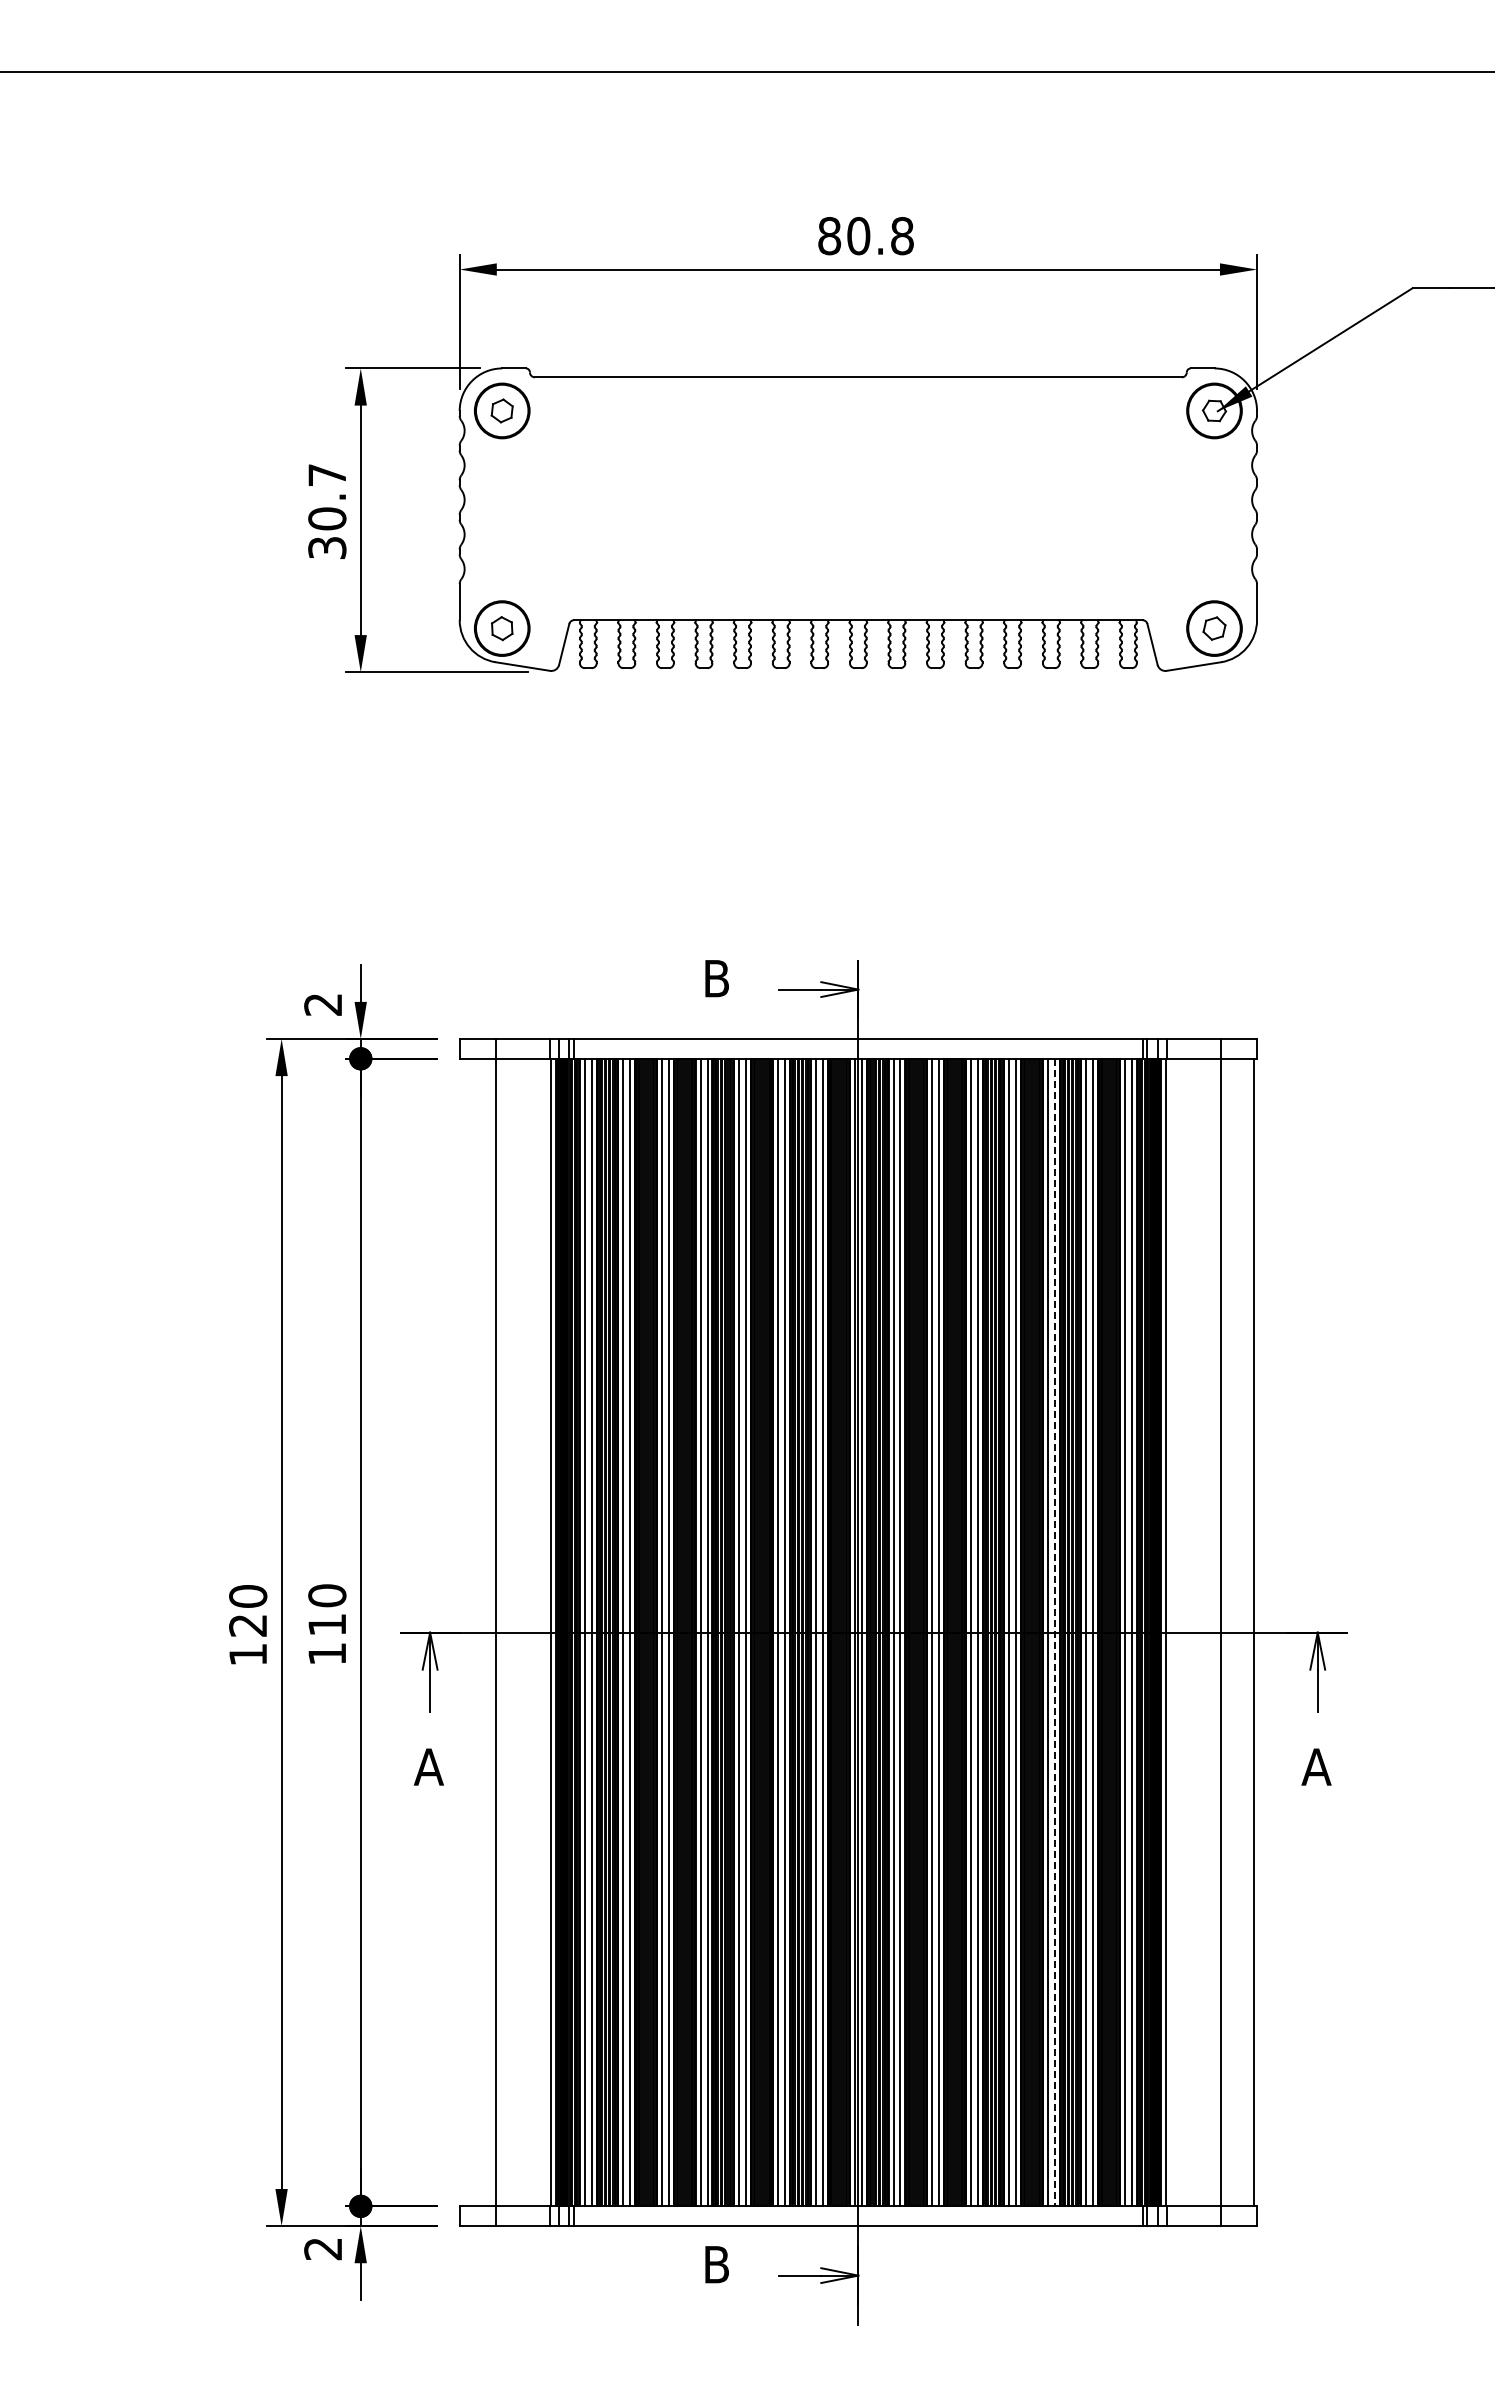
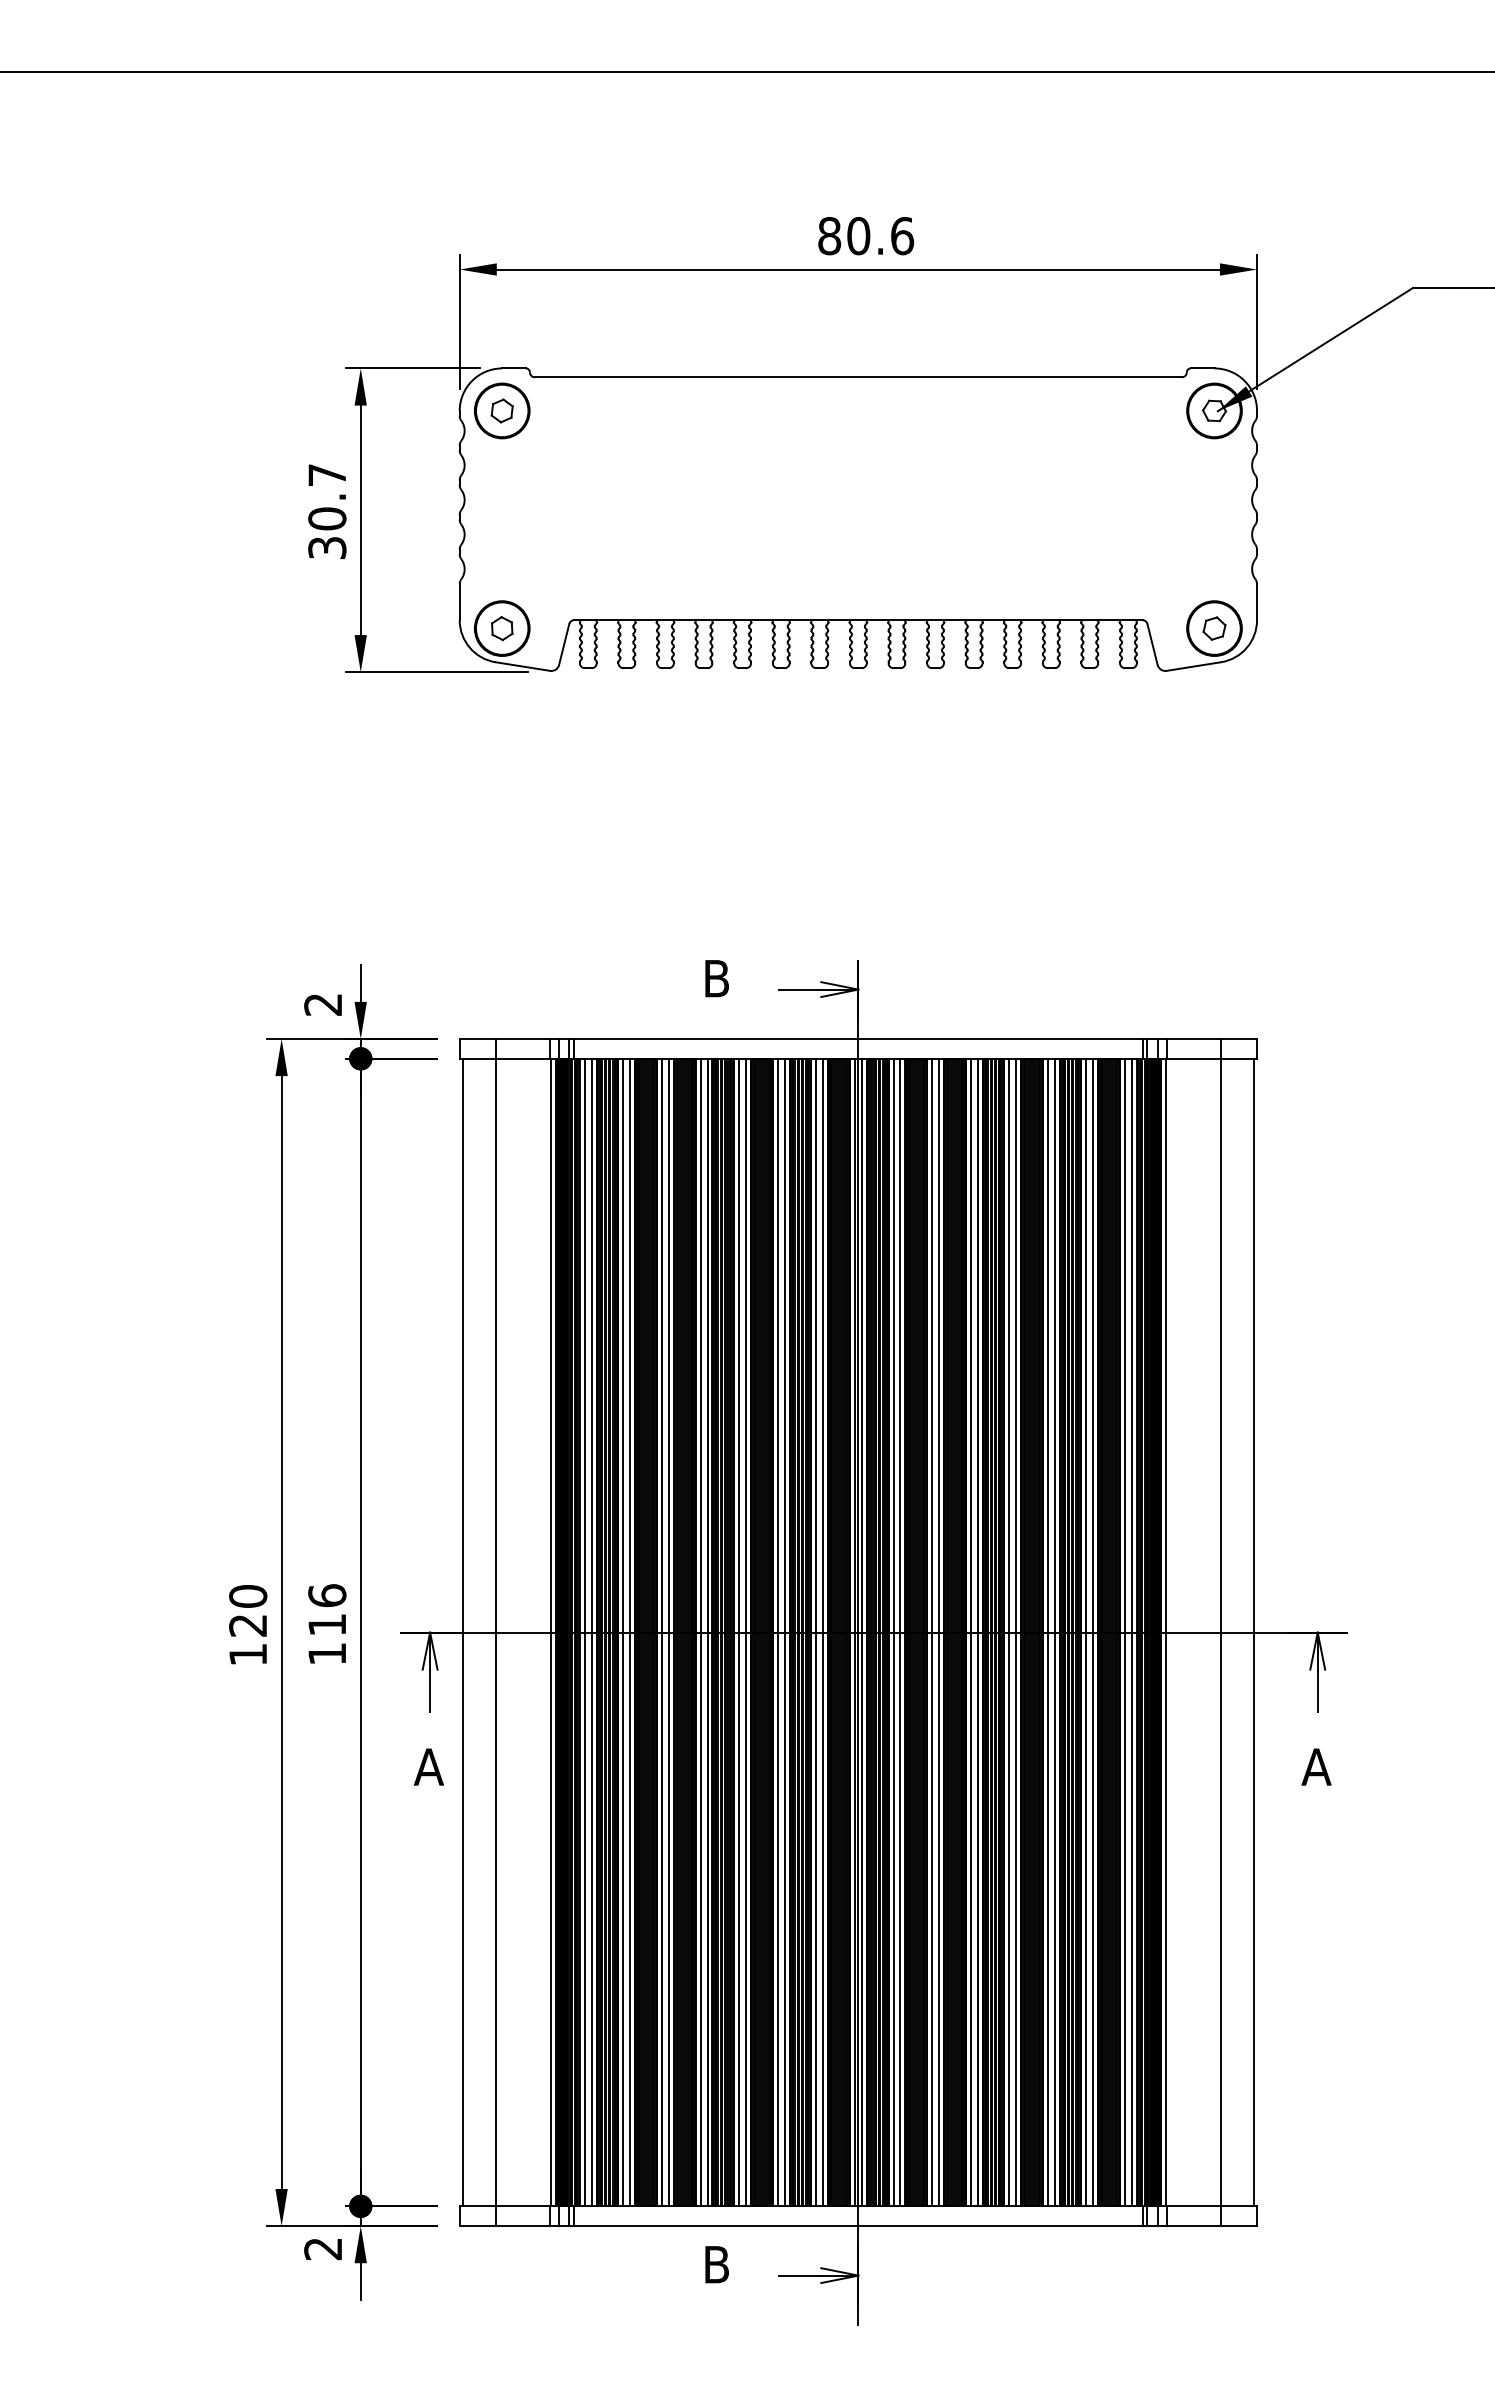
text at (902, 236): 80.8 -> 80.6
text at (327, 1595): 110 -> 116
line at (462, 1632): none -> present
line at (1054, 1632): dashed -> solid
